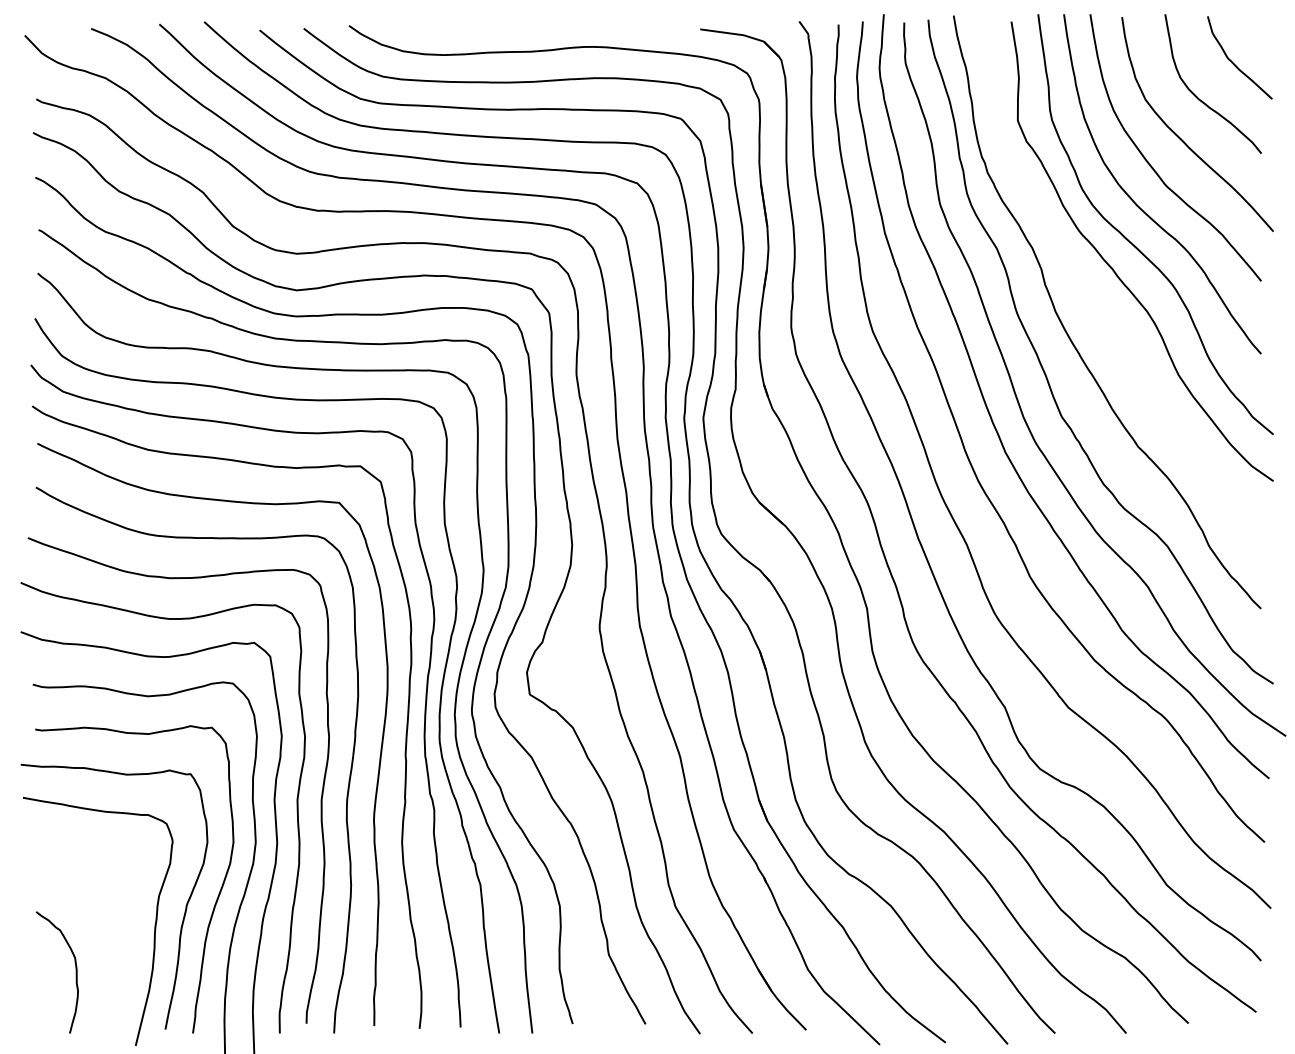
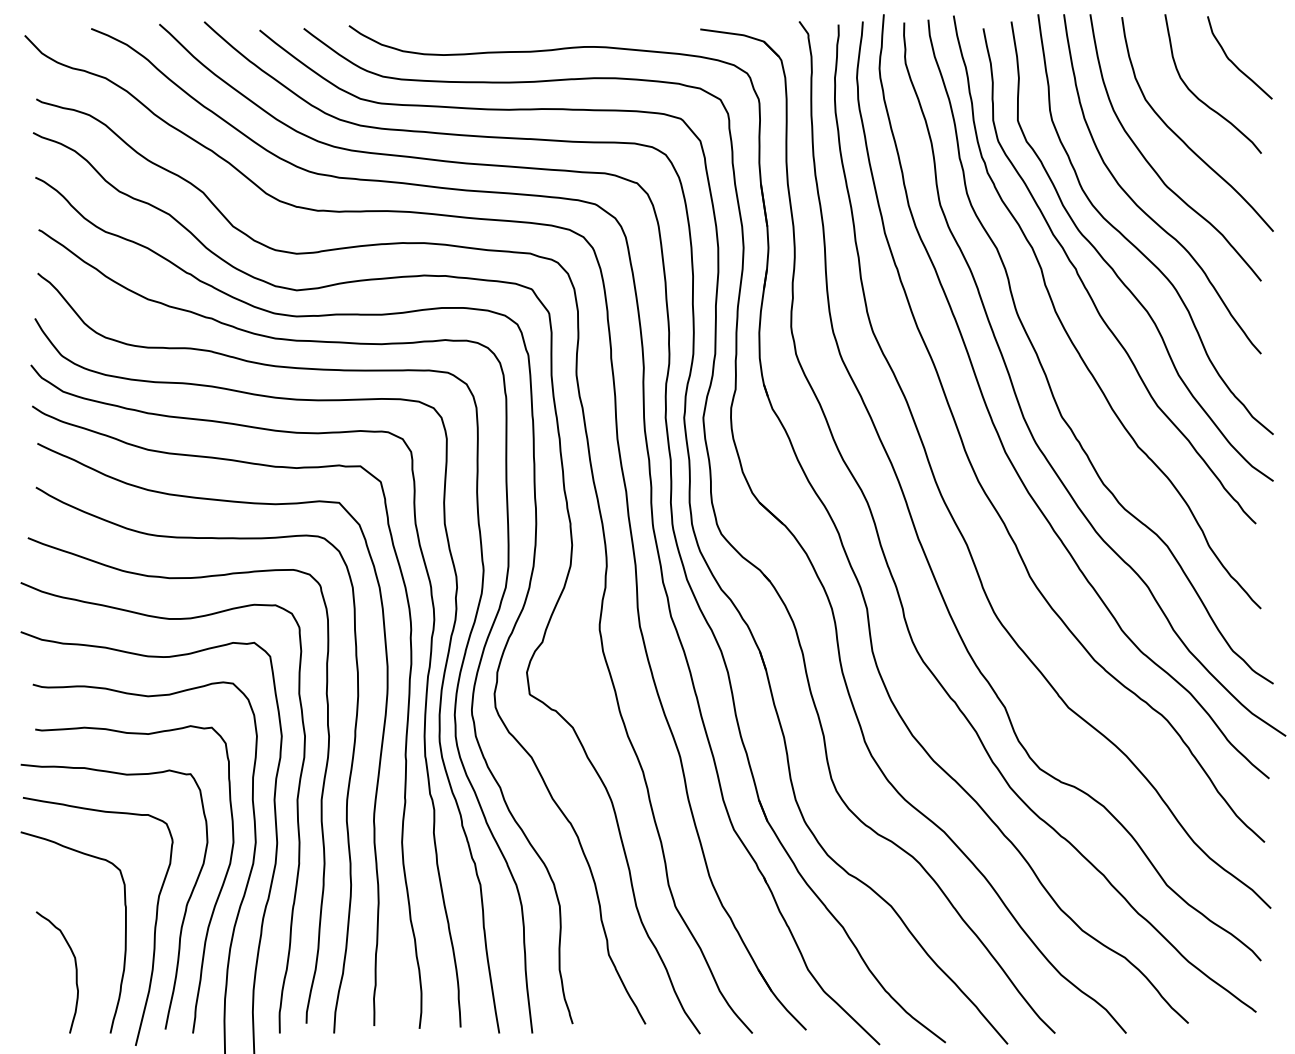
curve at (1089, 292): none -> present
curve at (124, 939): none -> present
